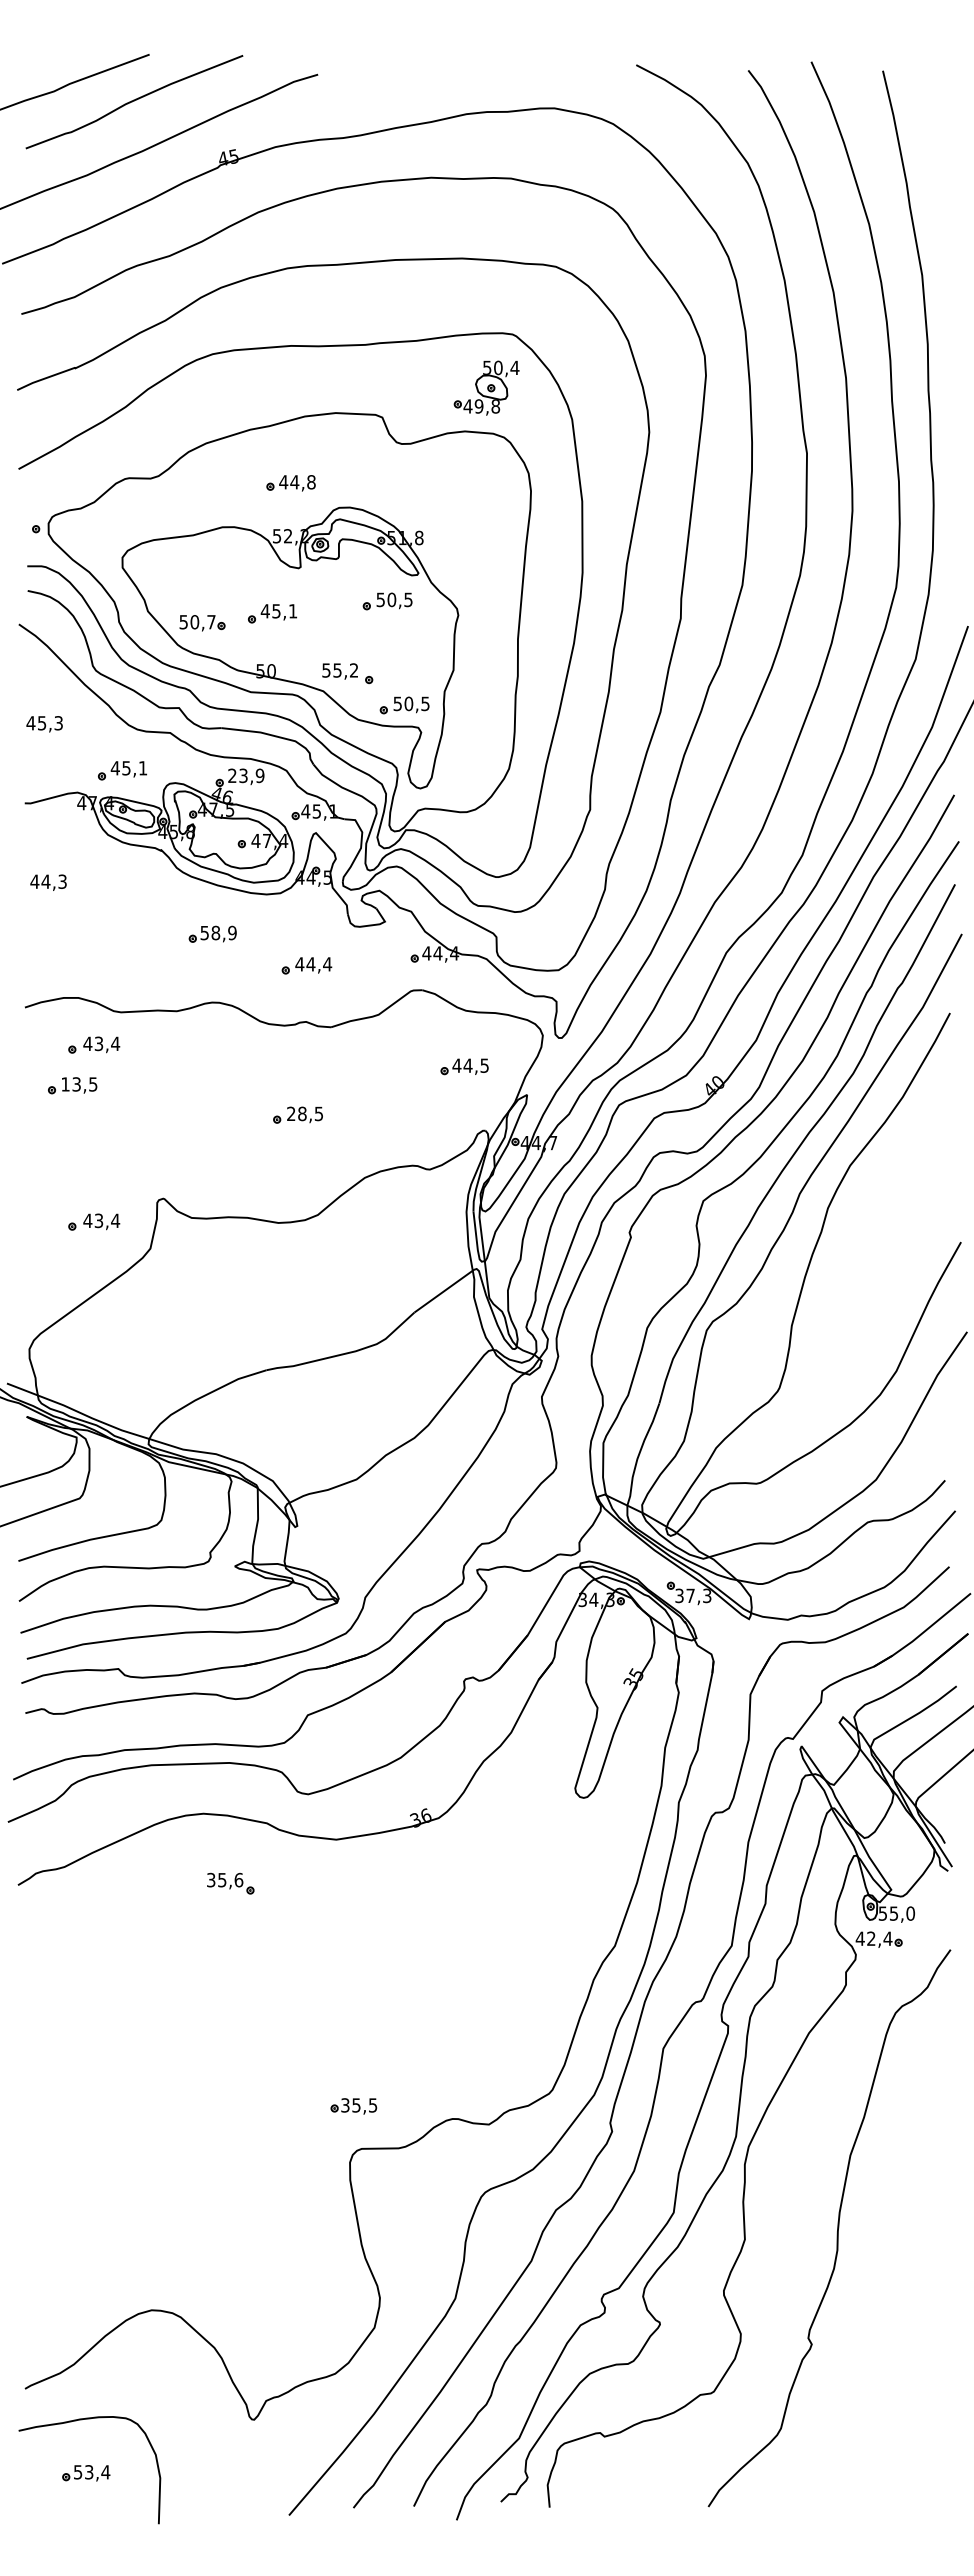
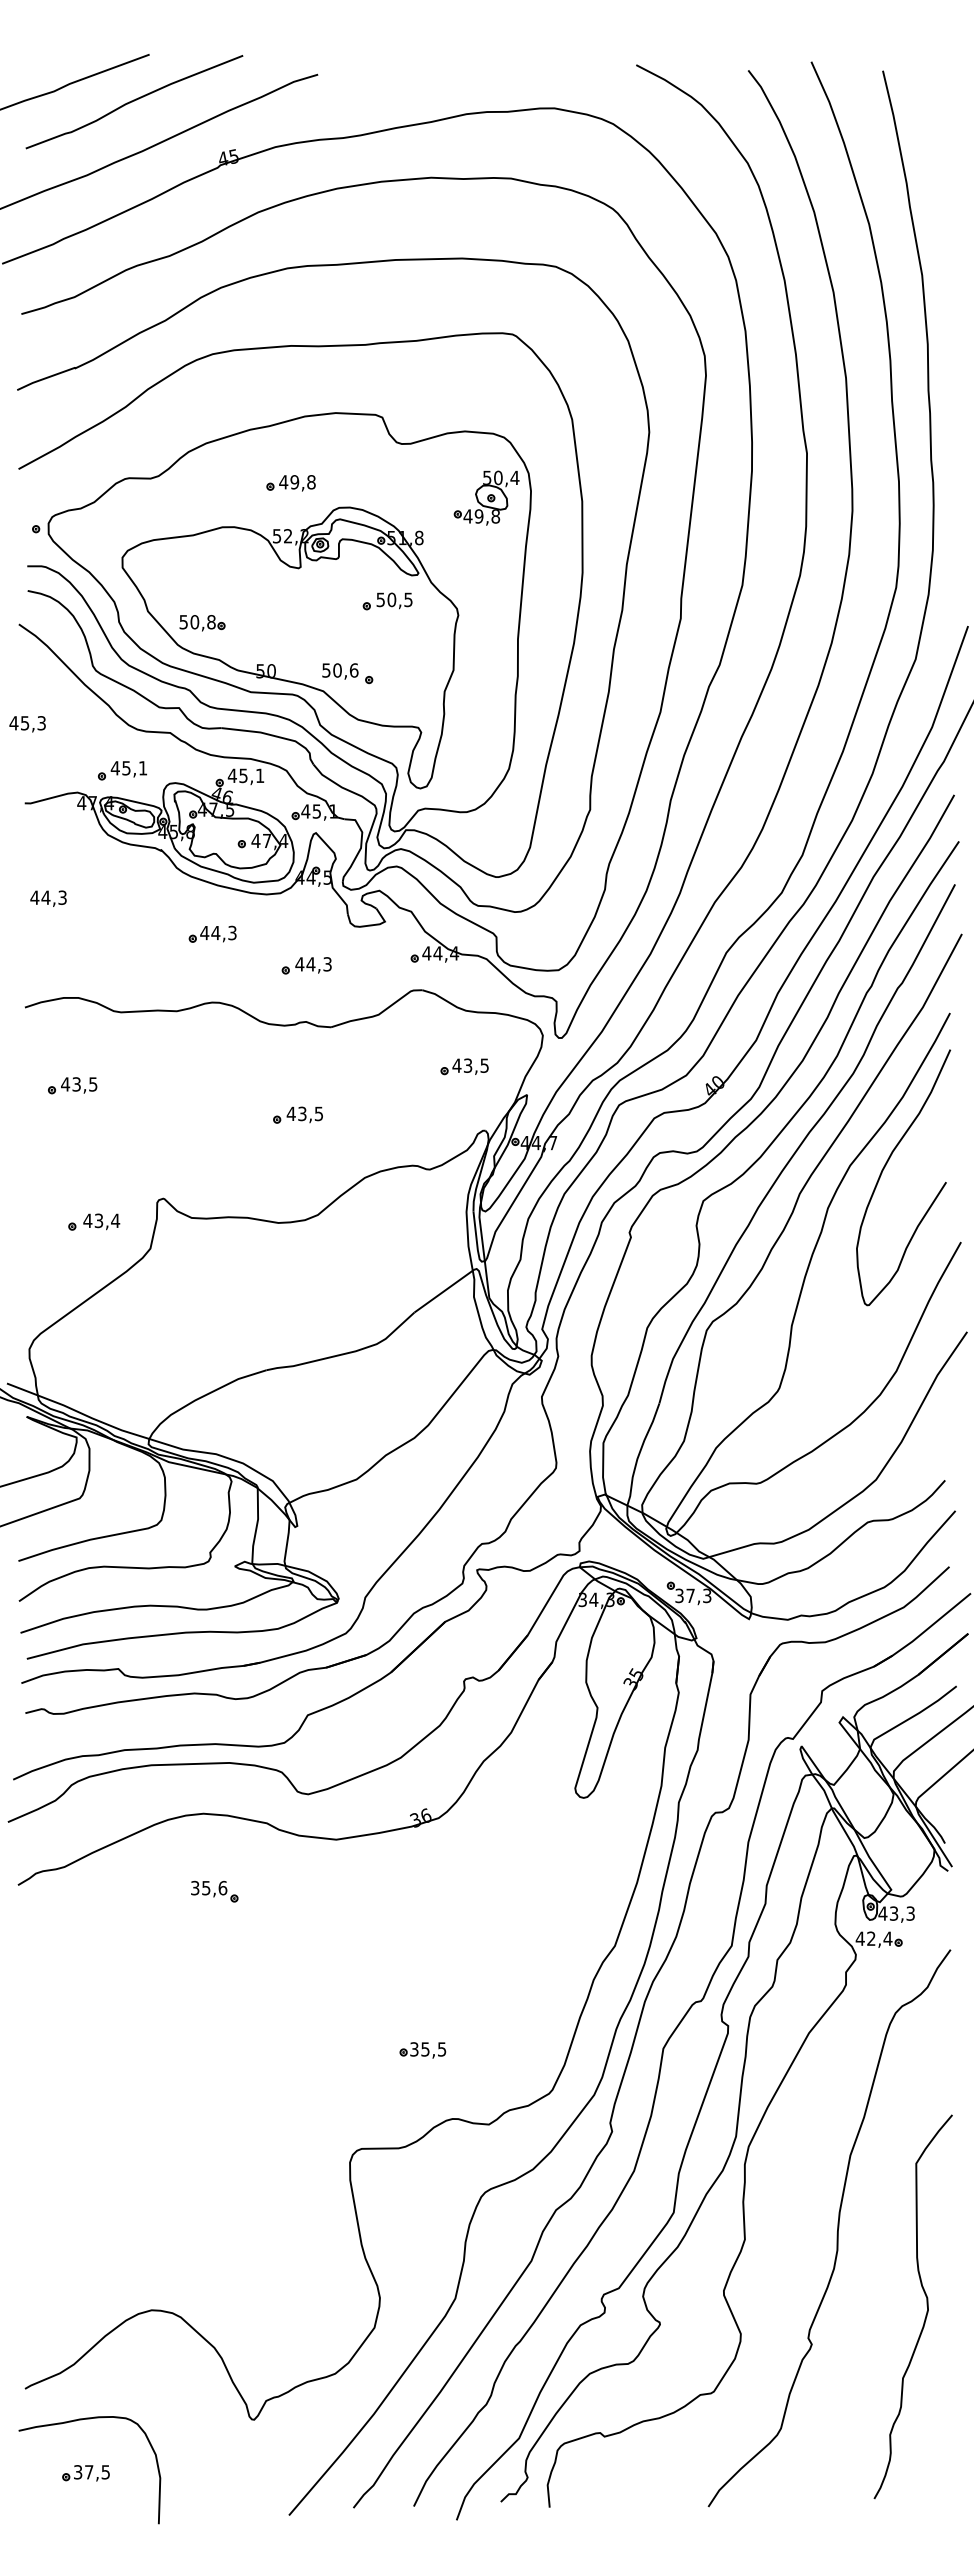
part at (486, 387) position: (486, 387) -> (486, 497)
text at (294, 482): 44,8 -> 49,8
part at (272, 613): present -> none
text at (211, 622): 50,7 -> 50,8
text at (345, 670): 55,2 -> 50,6
part at (404, 705): present -> none
text at (44, 724) position: (44, 724) -> (27, 724)
text at (245, 775): 23,9 -> 45,1
text at (48, 882) position: (48, 882) -> (48, 898)
text at (218, 932): 58,9 -> 44,3
text at (327, 964): 44,4 -> 44,3
part at (94, 1044): present -> none
text at (467, 1065): 44,5 -> 43,5
text at (65, 1084): 13,5 -> 43,5
text at (296, 1113): 28,5 -> 43,5
curve at (885, 1167): none -> present
part at (230, 1883) position: (230, 1883) -> (214, 1891)
text at (896, 1913): 55,0 -> 43,3
part at (353, 2106) position: (353, 2106) -> (422, 2050)
curve at (926, 2306): none -> present
text at (92, 2472): 53,4 -> 37,5
